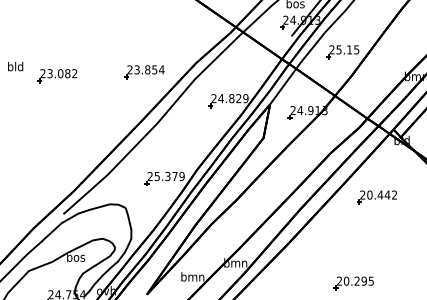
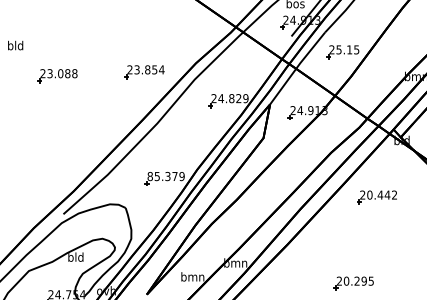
text at (15, 66) position: (15, 66) -> (15, 45)
text at (74, 73): 23.082 -> 23.088
text at (149, 176): 25.379 -> 85.379
text at (76, 256): bos -> bld
